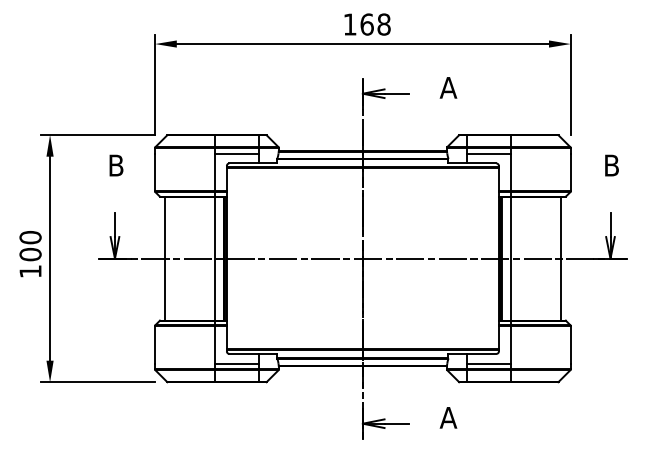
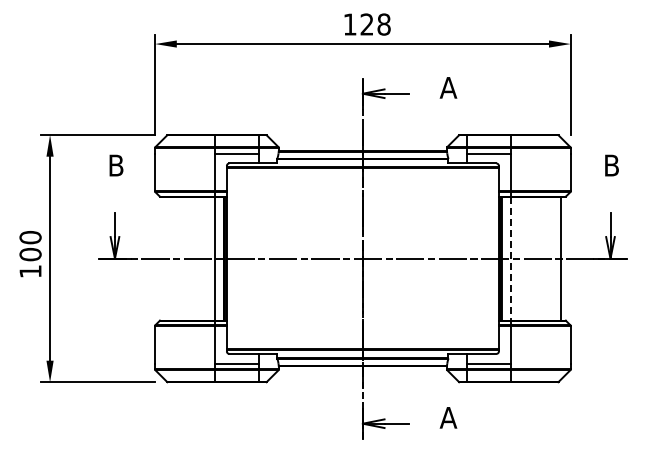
text at (366, 24): 168 -> 128
line at (165, 258): present -> none
line at (511, 258): solid -> dashed
